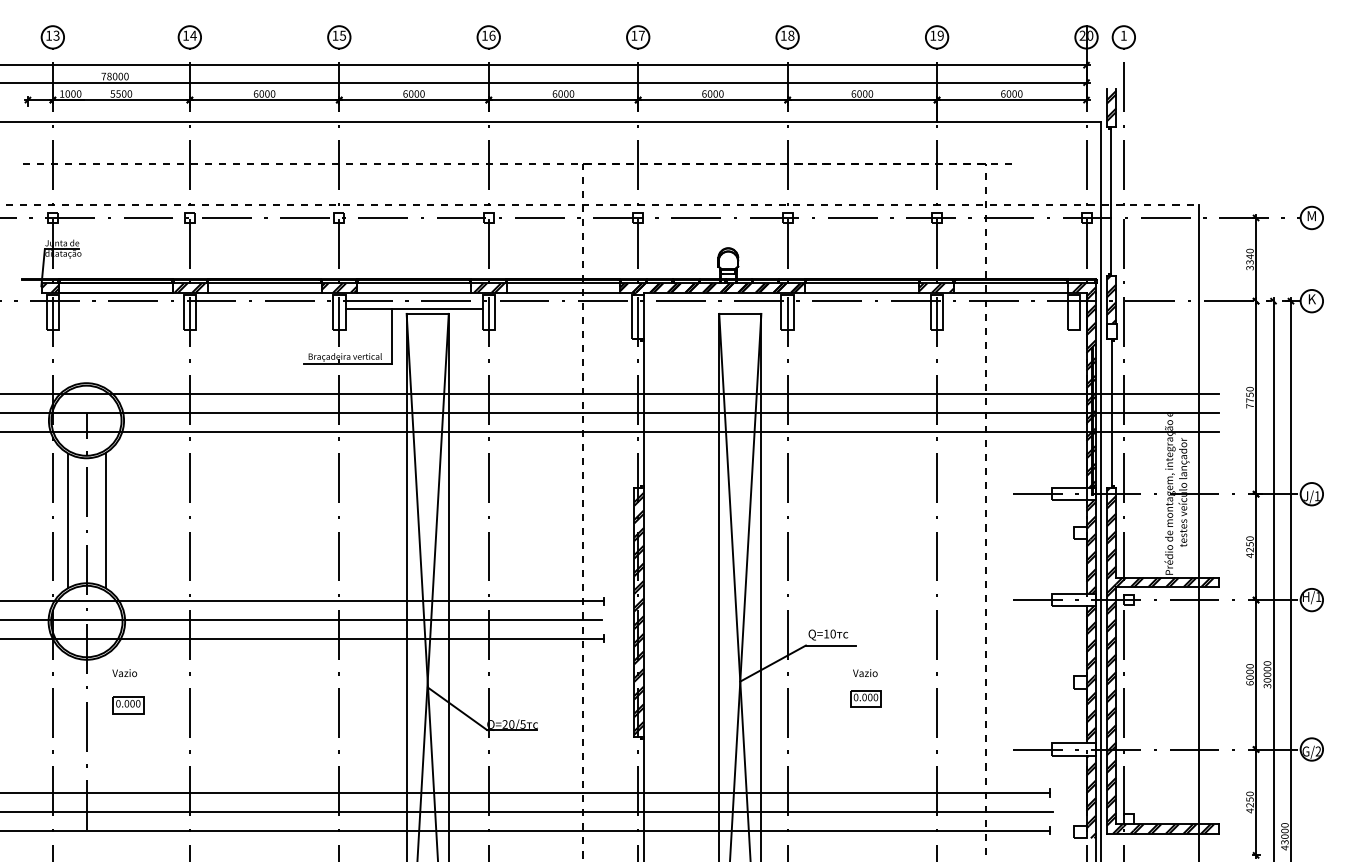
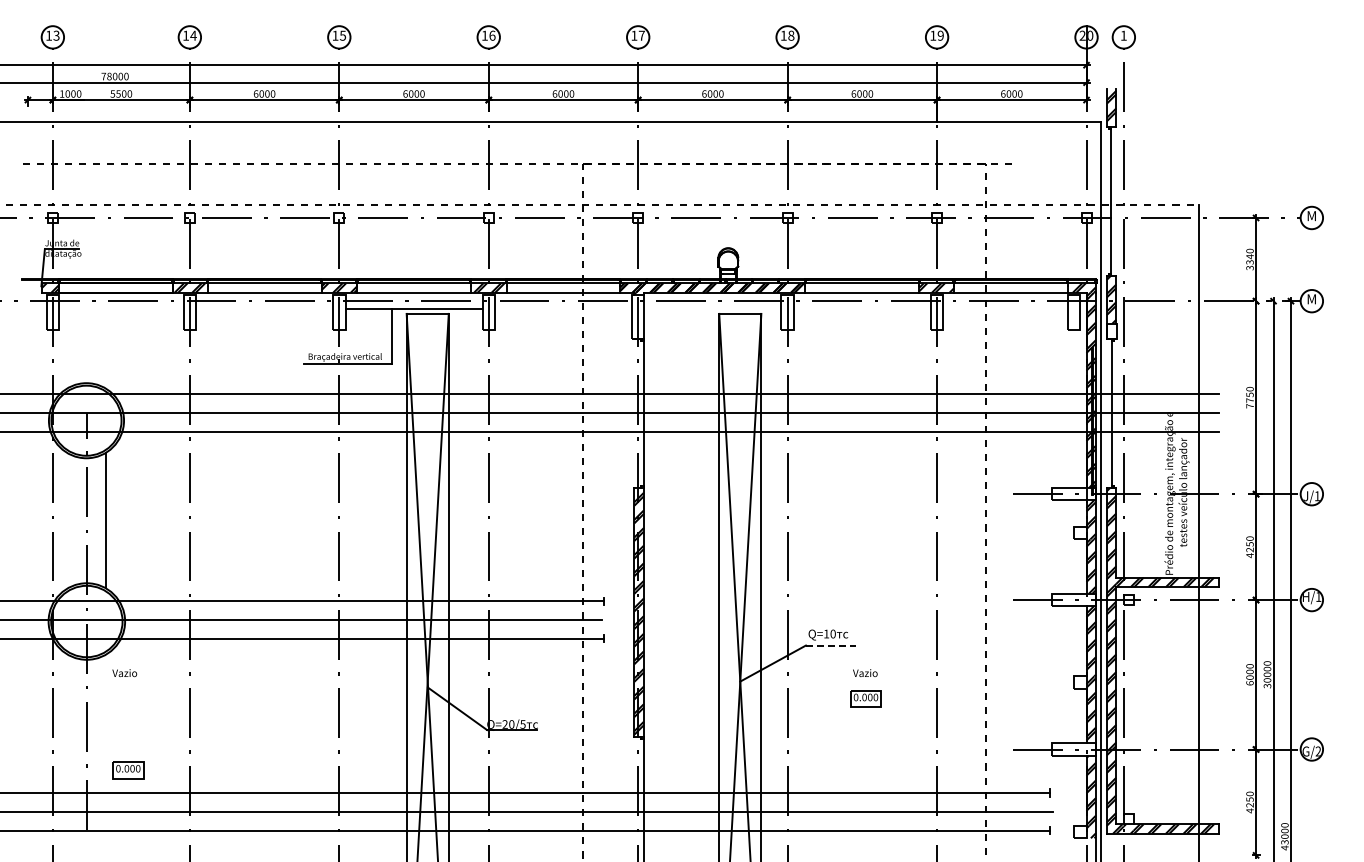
text at (1311, 299): K -> M
line at (68, 520): present -> none
line at (830, 645): solid -> dashed
part at (128, 705) position: (128, 705) -> (128, 770)
